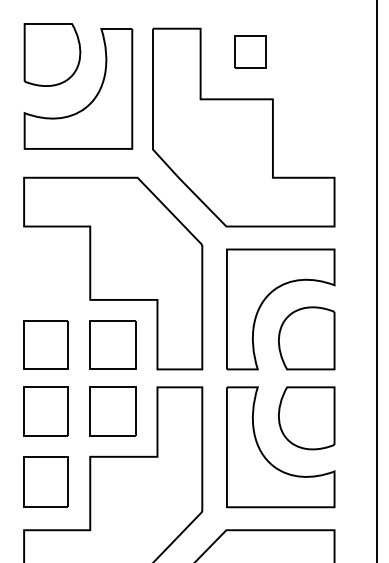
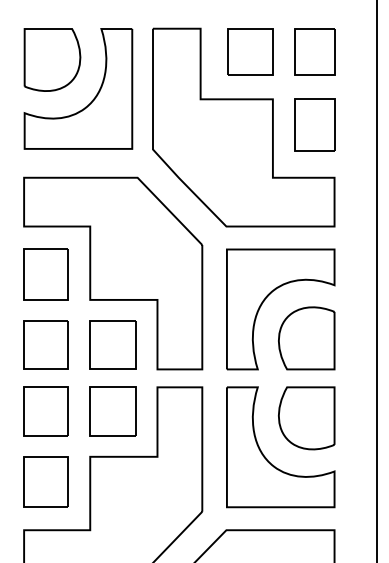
part at (250, 51) size: 33x34 px -> 47x48 px
part at (314, 51): none -> present
part at (52, 54) position: (52, 54) -> (52, 59)
part at (314, 124): none -> present
part at (45, 274): none -> present
